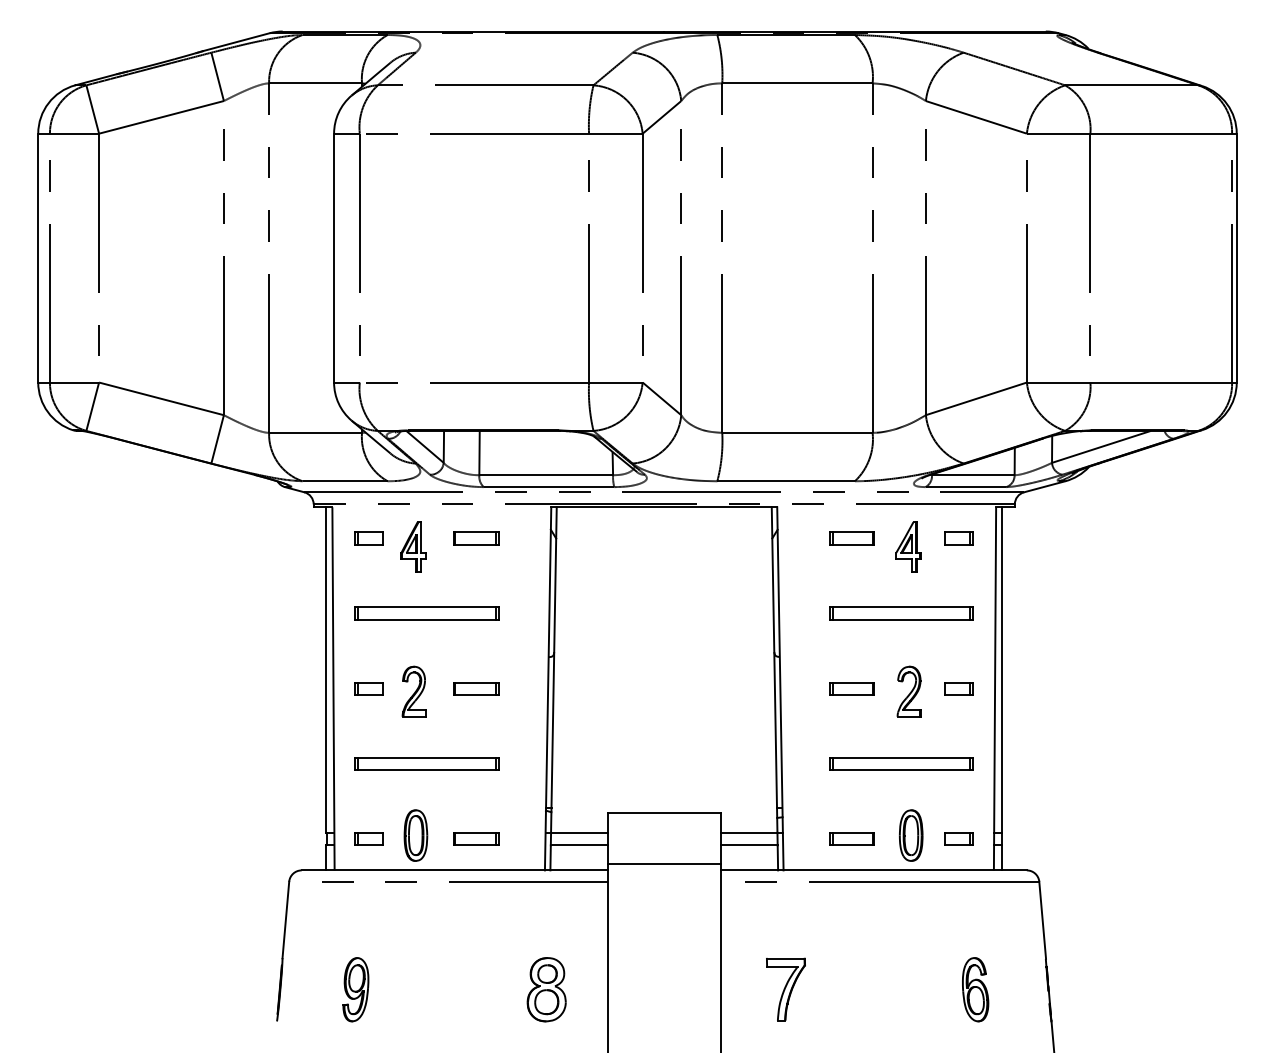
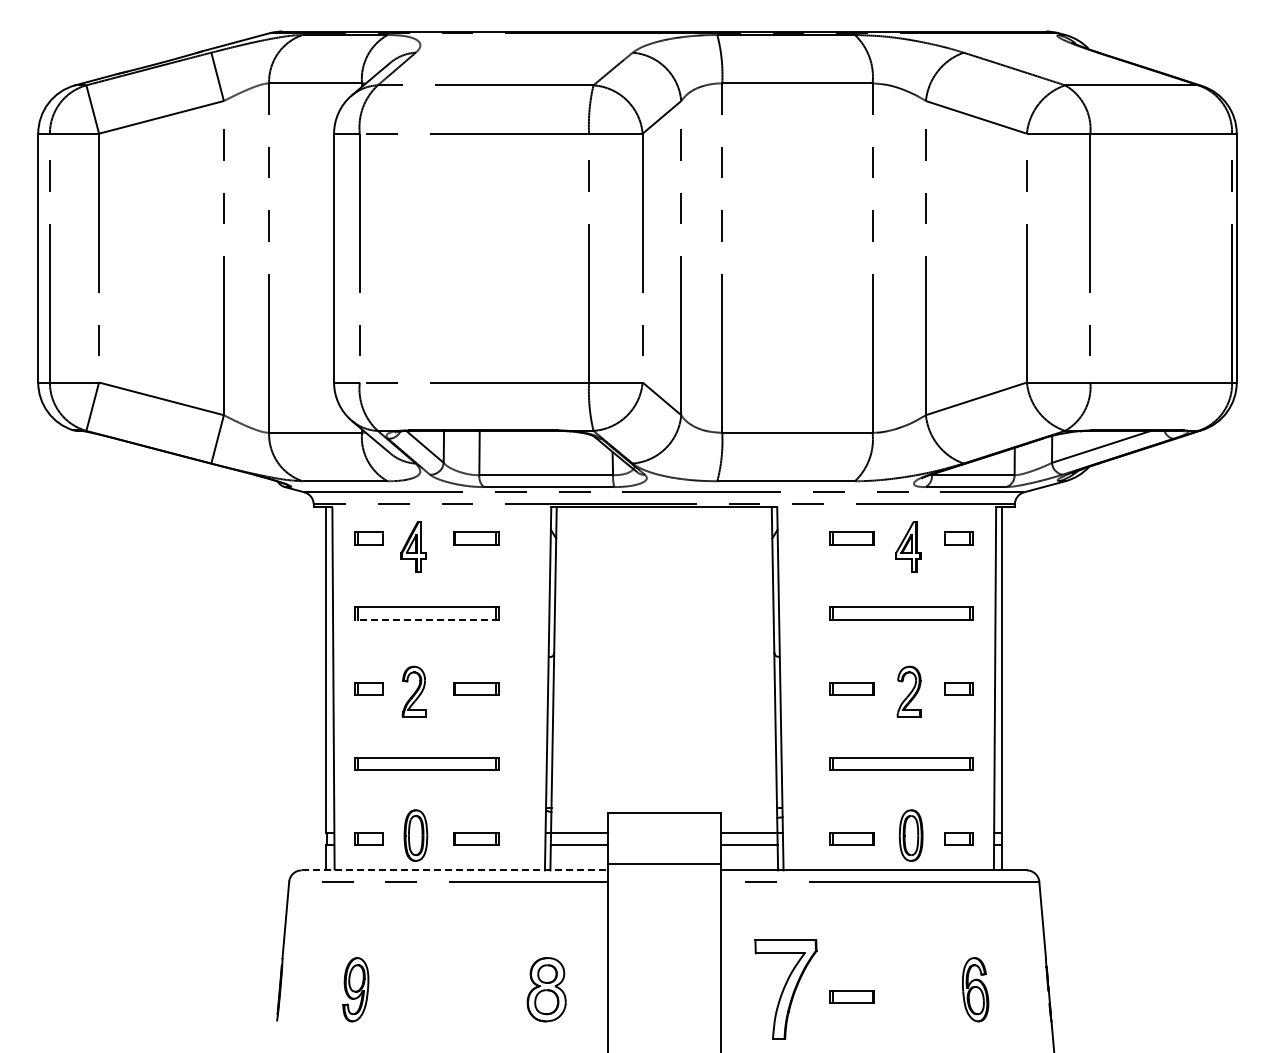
line at (426, 619): solid -> dashed
line at (455, 870): solid -> dashed
part at (785, 989) size: 40x65 px -> 64x101 px
part at (851, 996): none -> present
